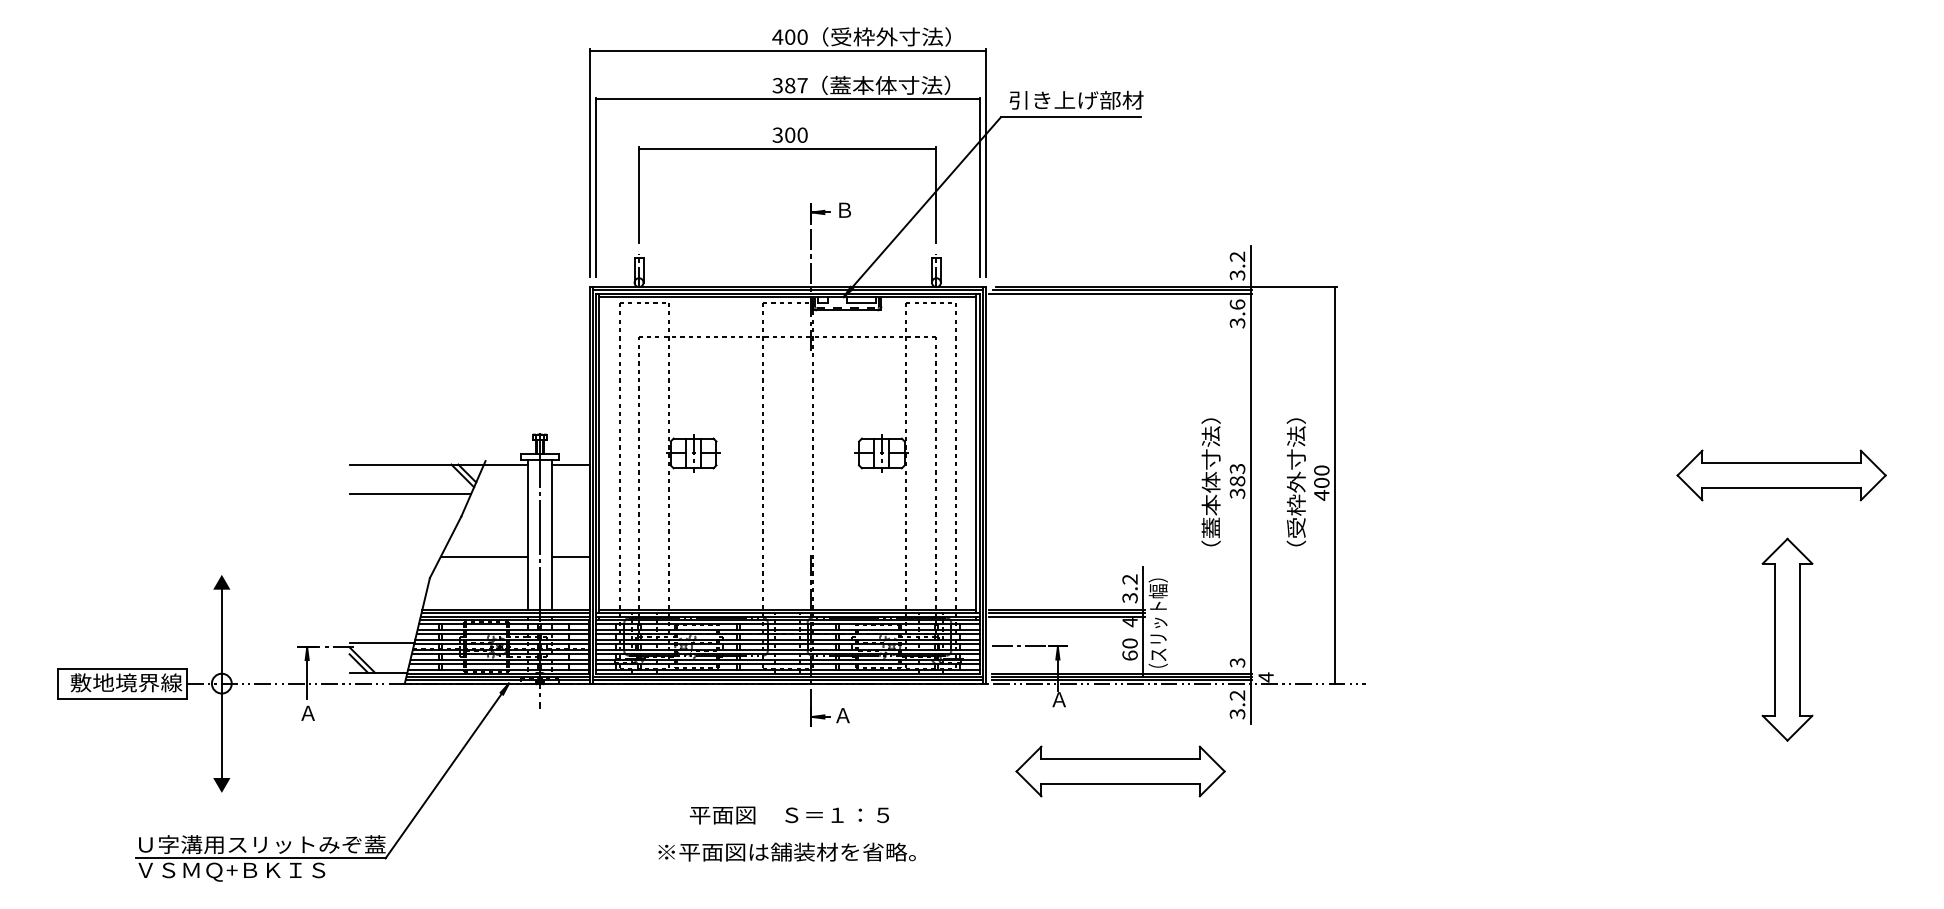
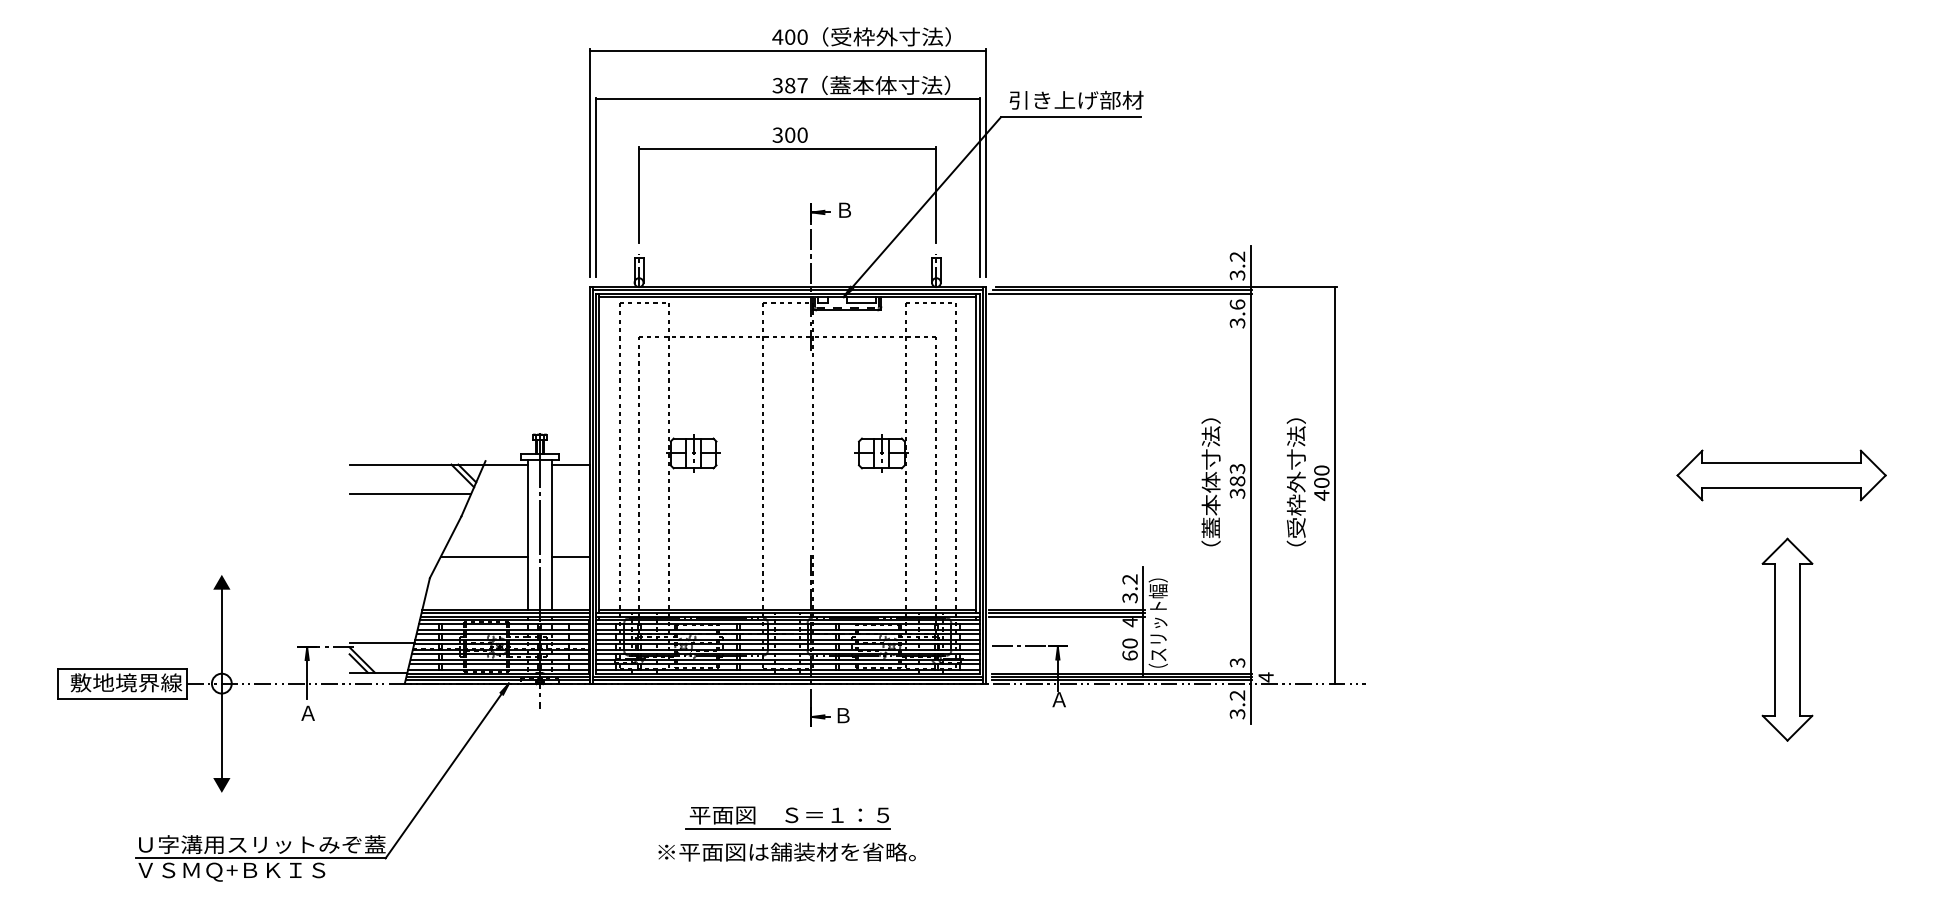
text at (842, 715): Ａ -> Ｂ
part at (1120, 771): present -> none
line at (787, 828): none -> present
